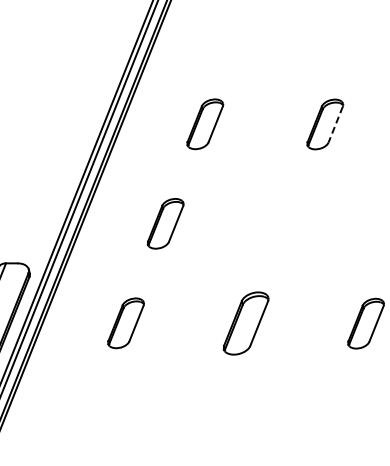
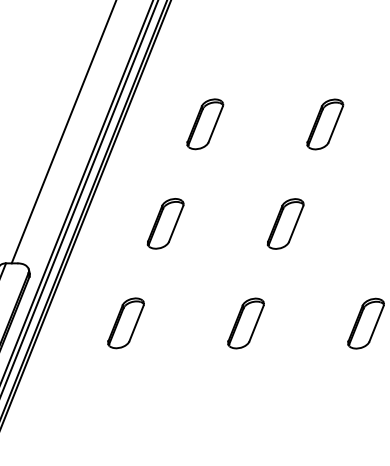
line at (335, 124): dashed -> solid
line at (63, 132): none -> present
part at (285, 223): none -> present
part at (245, 323) size: 48x65 px -> 38x53 px
